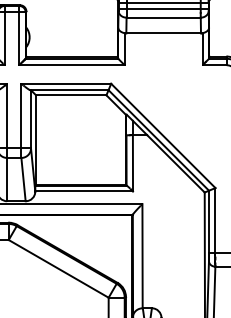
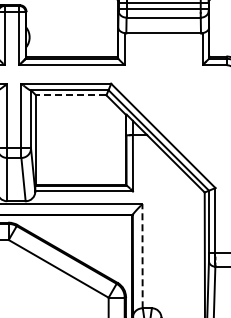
line at (70, 95): solid -> dashed
line at (142, 255): solid -> dashed
